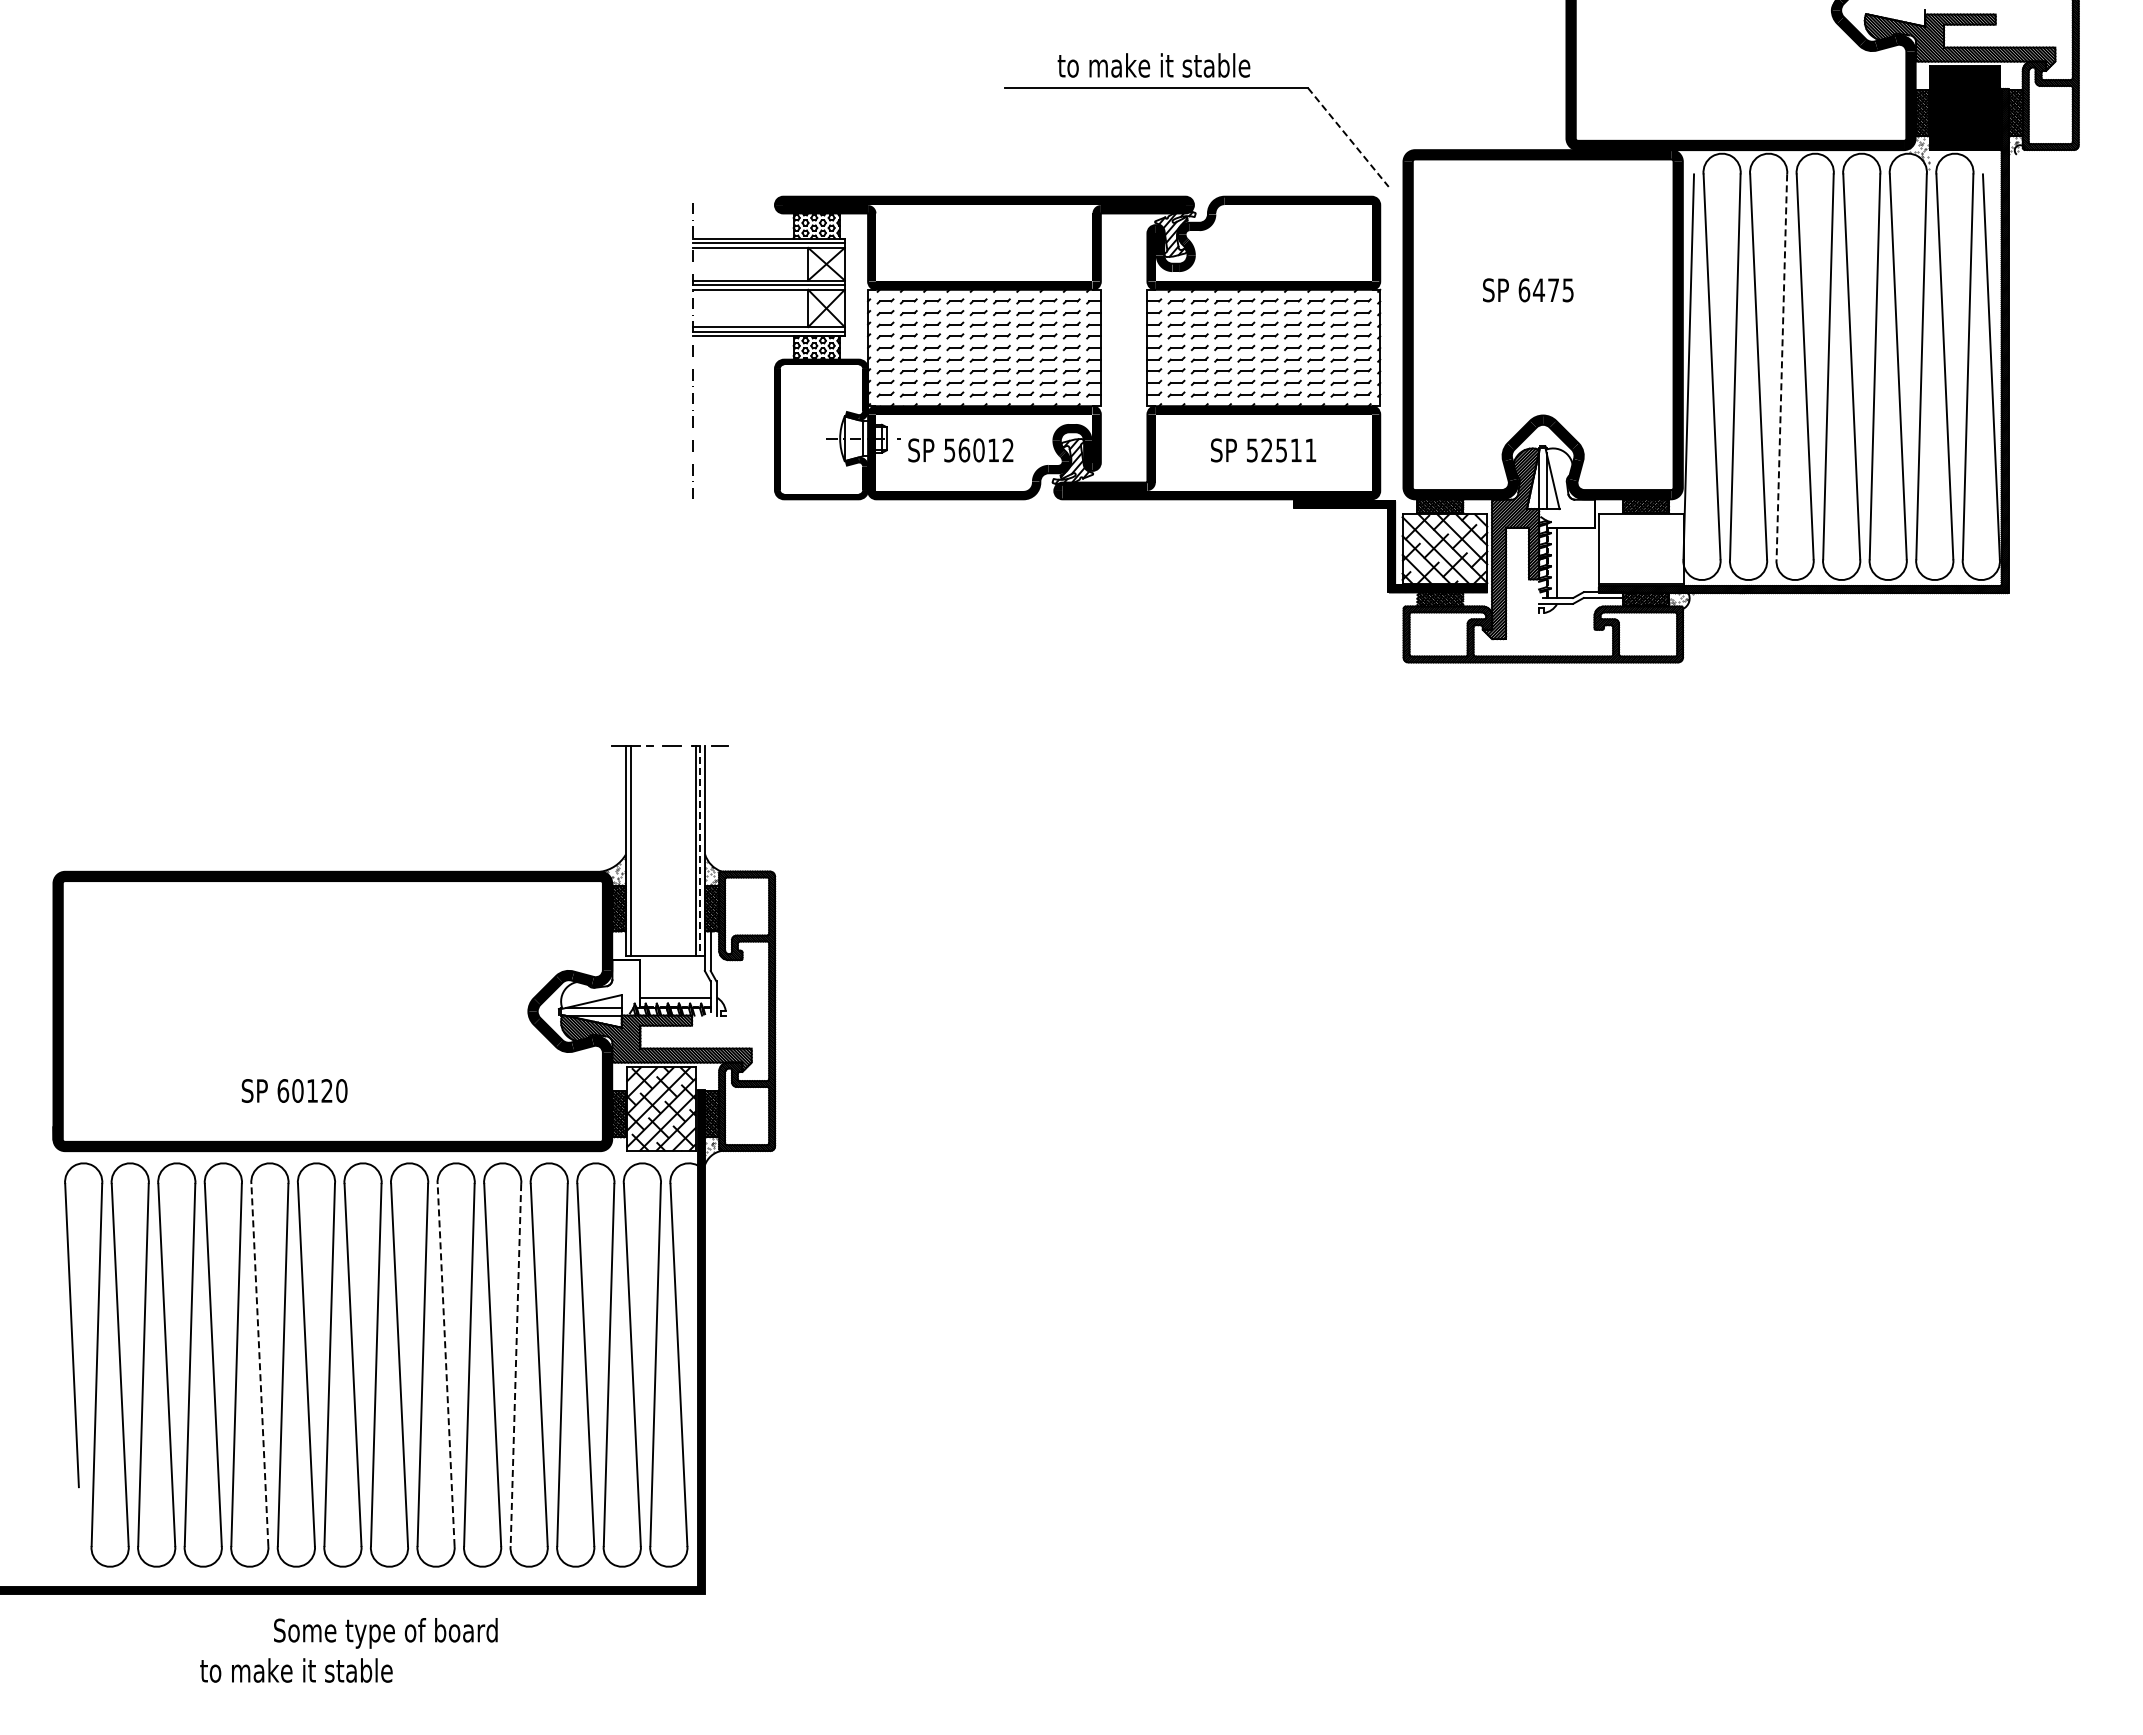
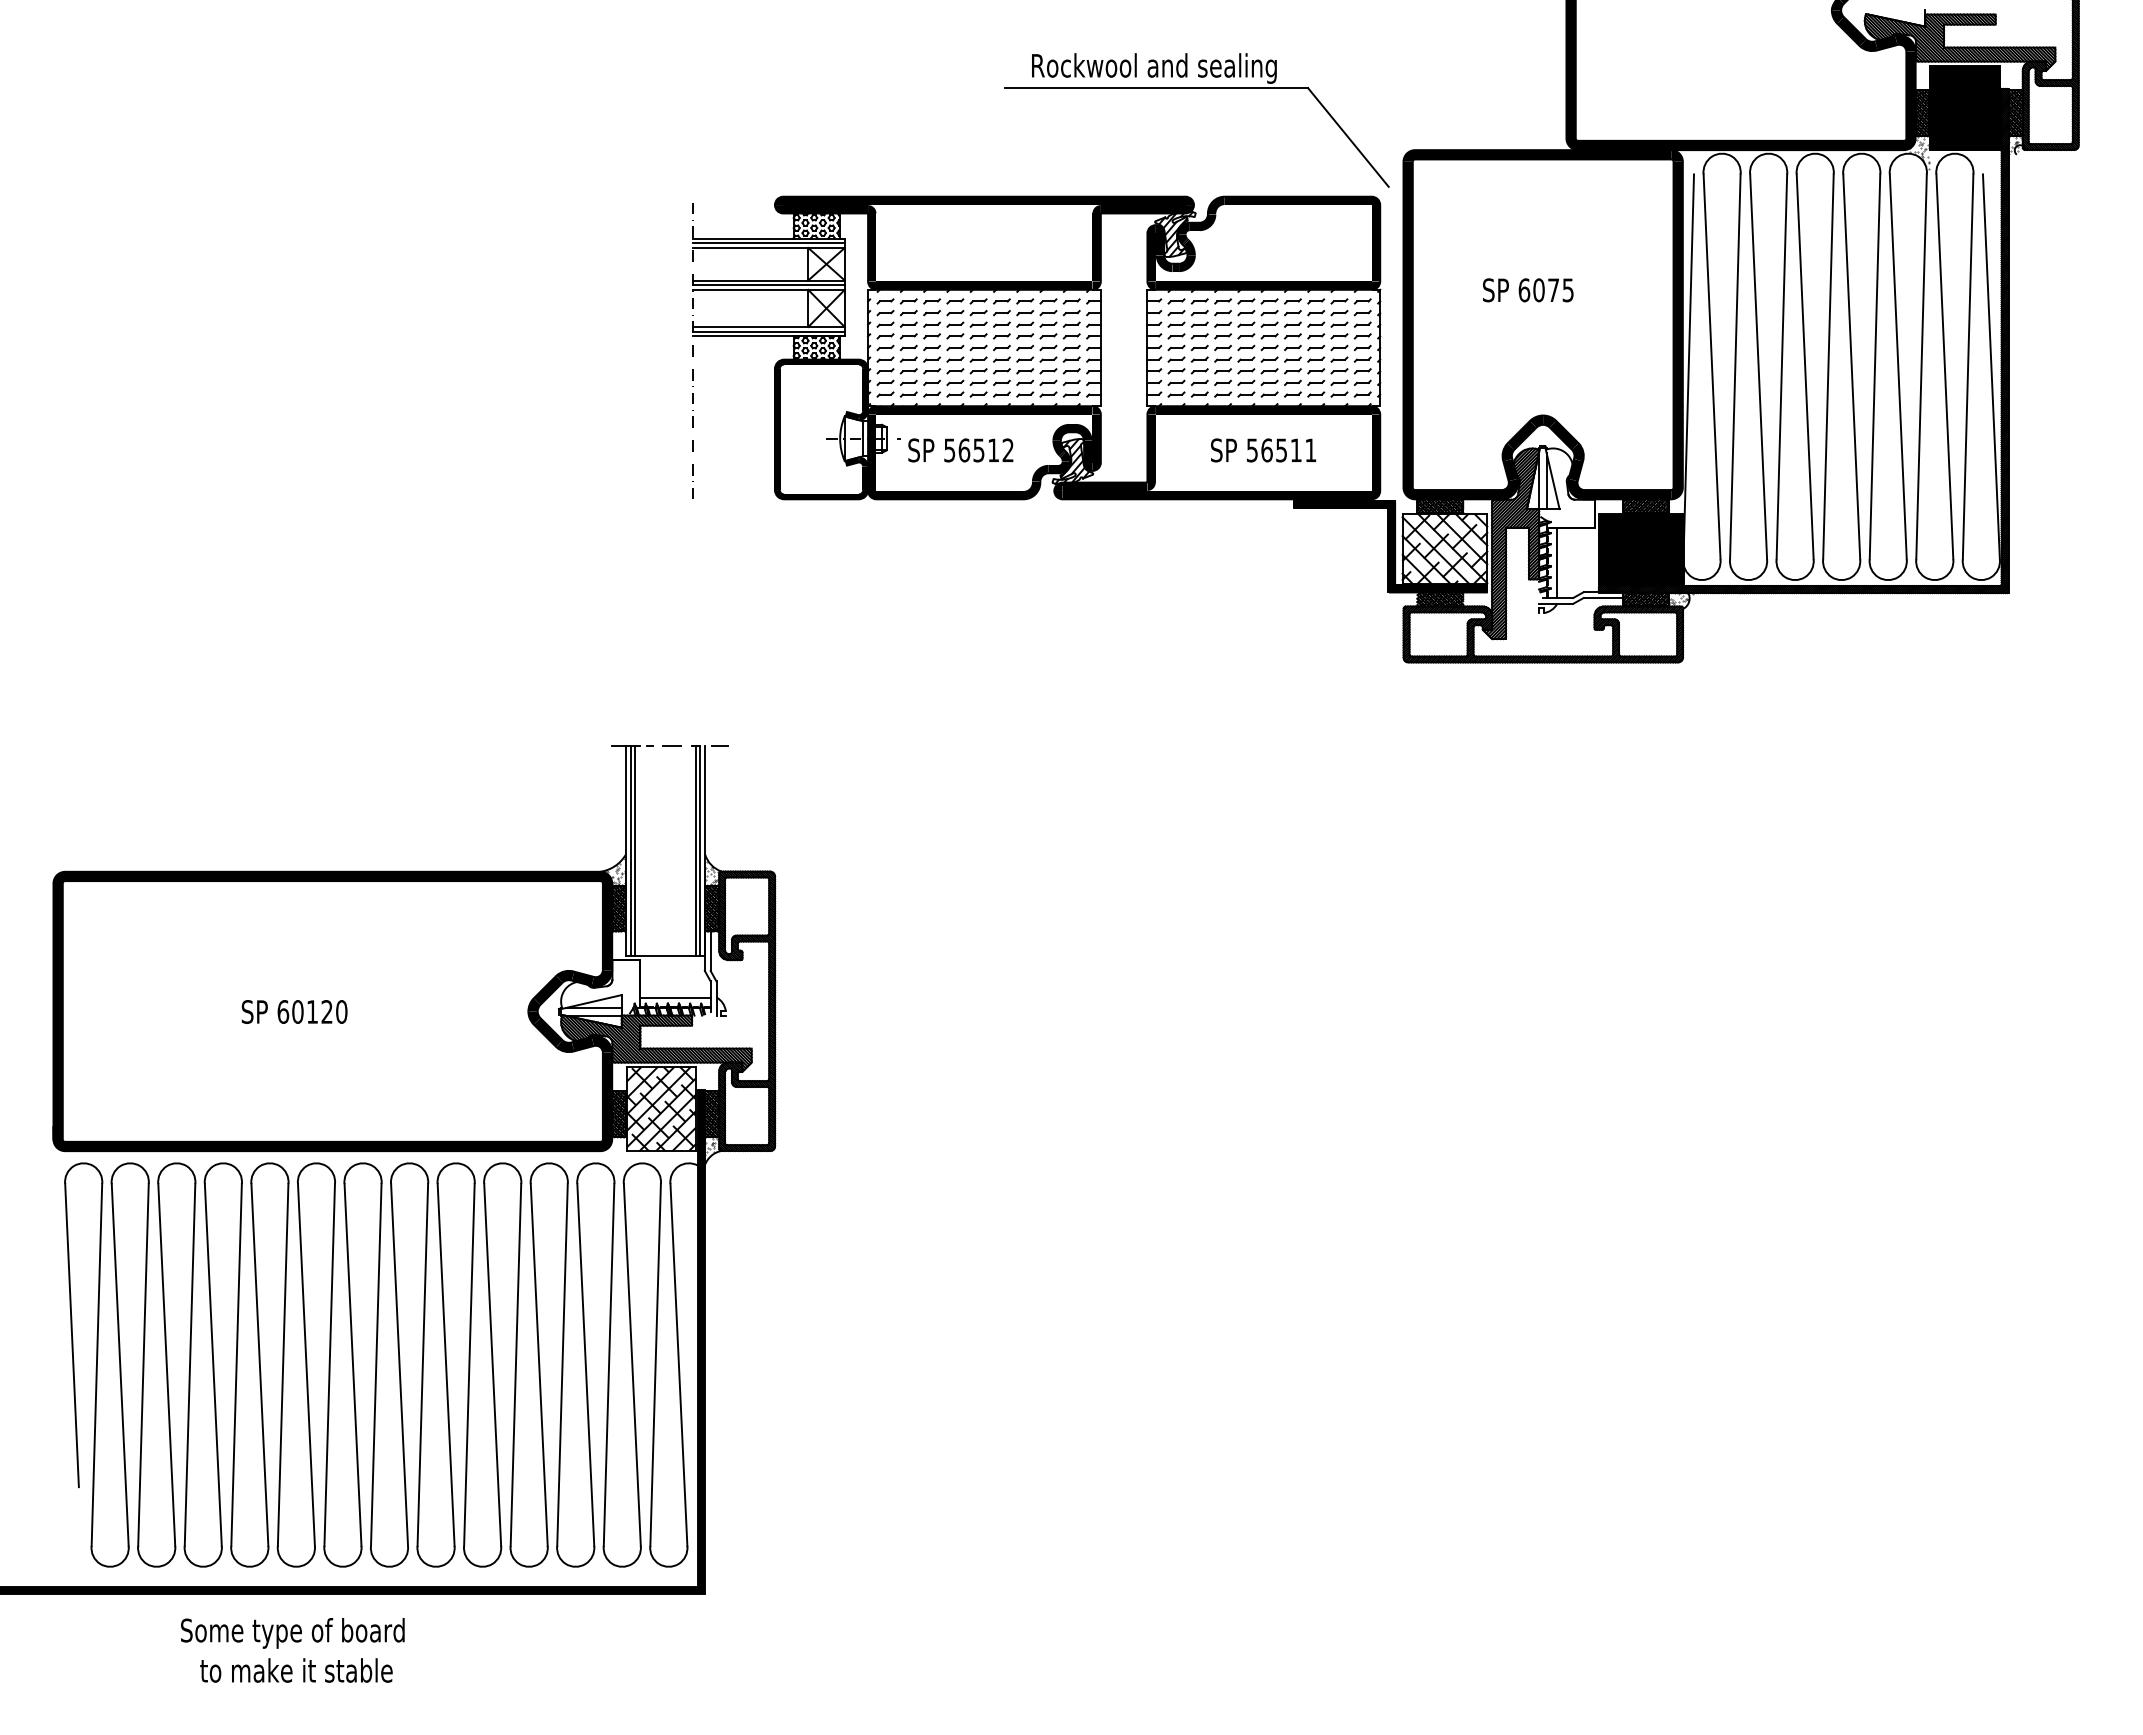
text at (1154, 68): to make it stable -> Rockwool and sealing
line at (1348, 137): dashed -> solid
text at (1538, 290): 6475 -> 6075
line at (1781, 366): dashed -> solid
text at (978, 450): 56012 -> 56512
text at (1266, 450): 52511 -> 56511
hatch at (1641, 549): none -> present
line at (635, 850): none -> present
line at (700, 850): dashed -> solid
text at (294, 1090) position: (294, 1090) -> (294, 1011)
line at (259, 1364): dashed -> solid
line at (446, 1364): dashed -> solid
line at (515, 1365): dashed -> solid
text at (385, 1633) position: (385, 1633) -> (292, 1633)
